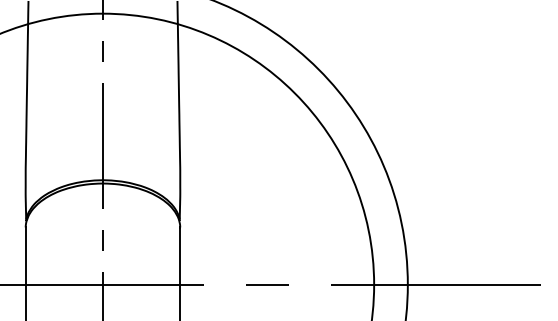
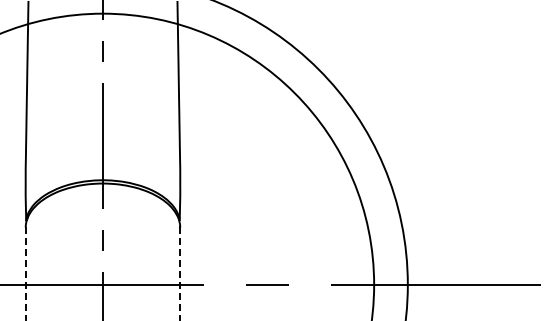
line at (25, 274): solid -> dashed
line at (180, 274): solid -> dashed
